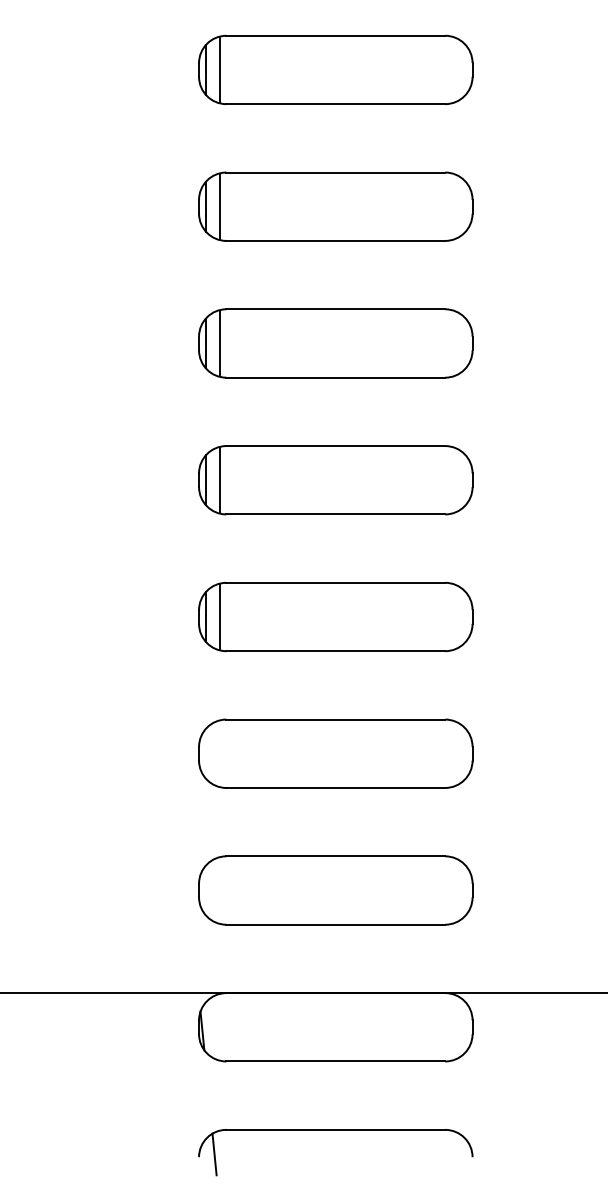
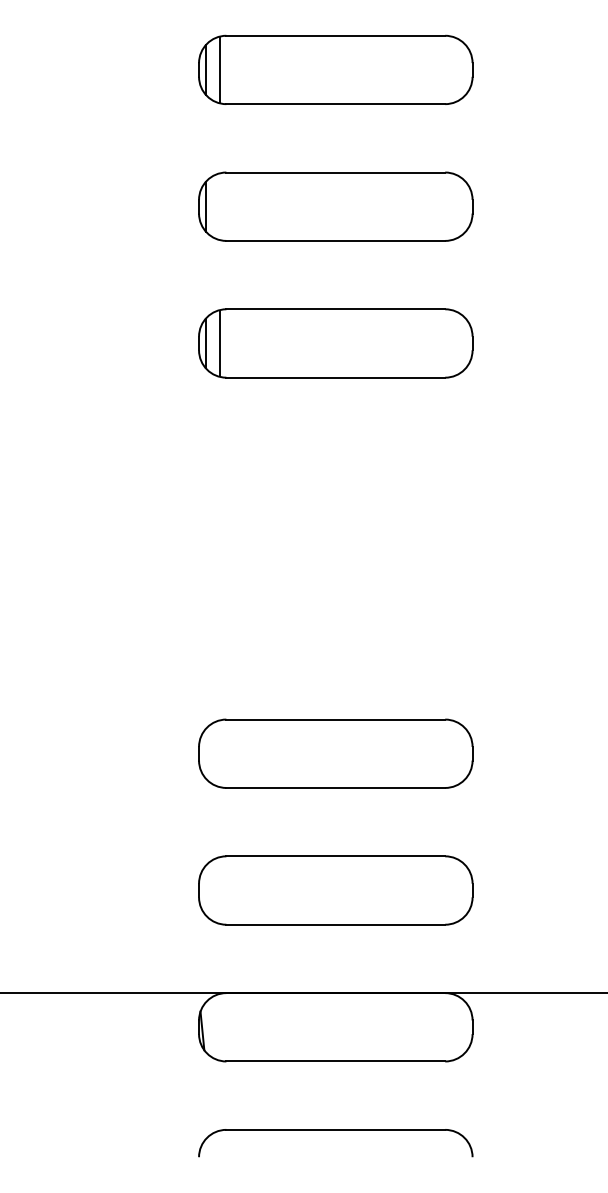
line at (219, 206): present -> none
part at (335, 480): present -> none
part at (335, 617): present -> none
line at (214, 1154): present -> none
